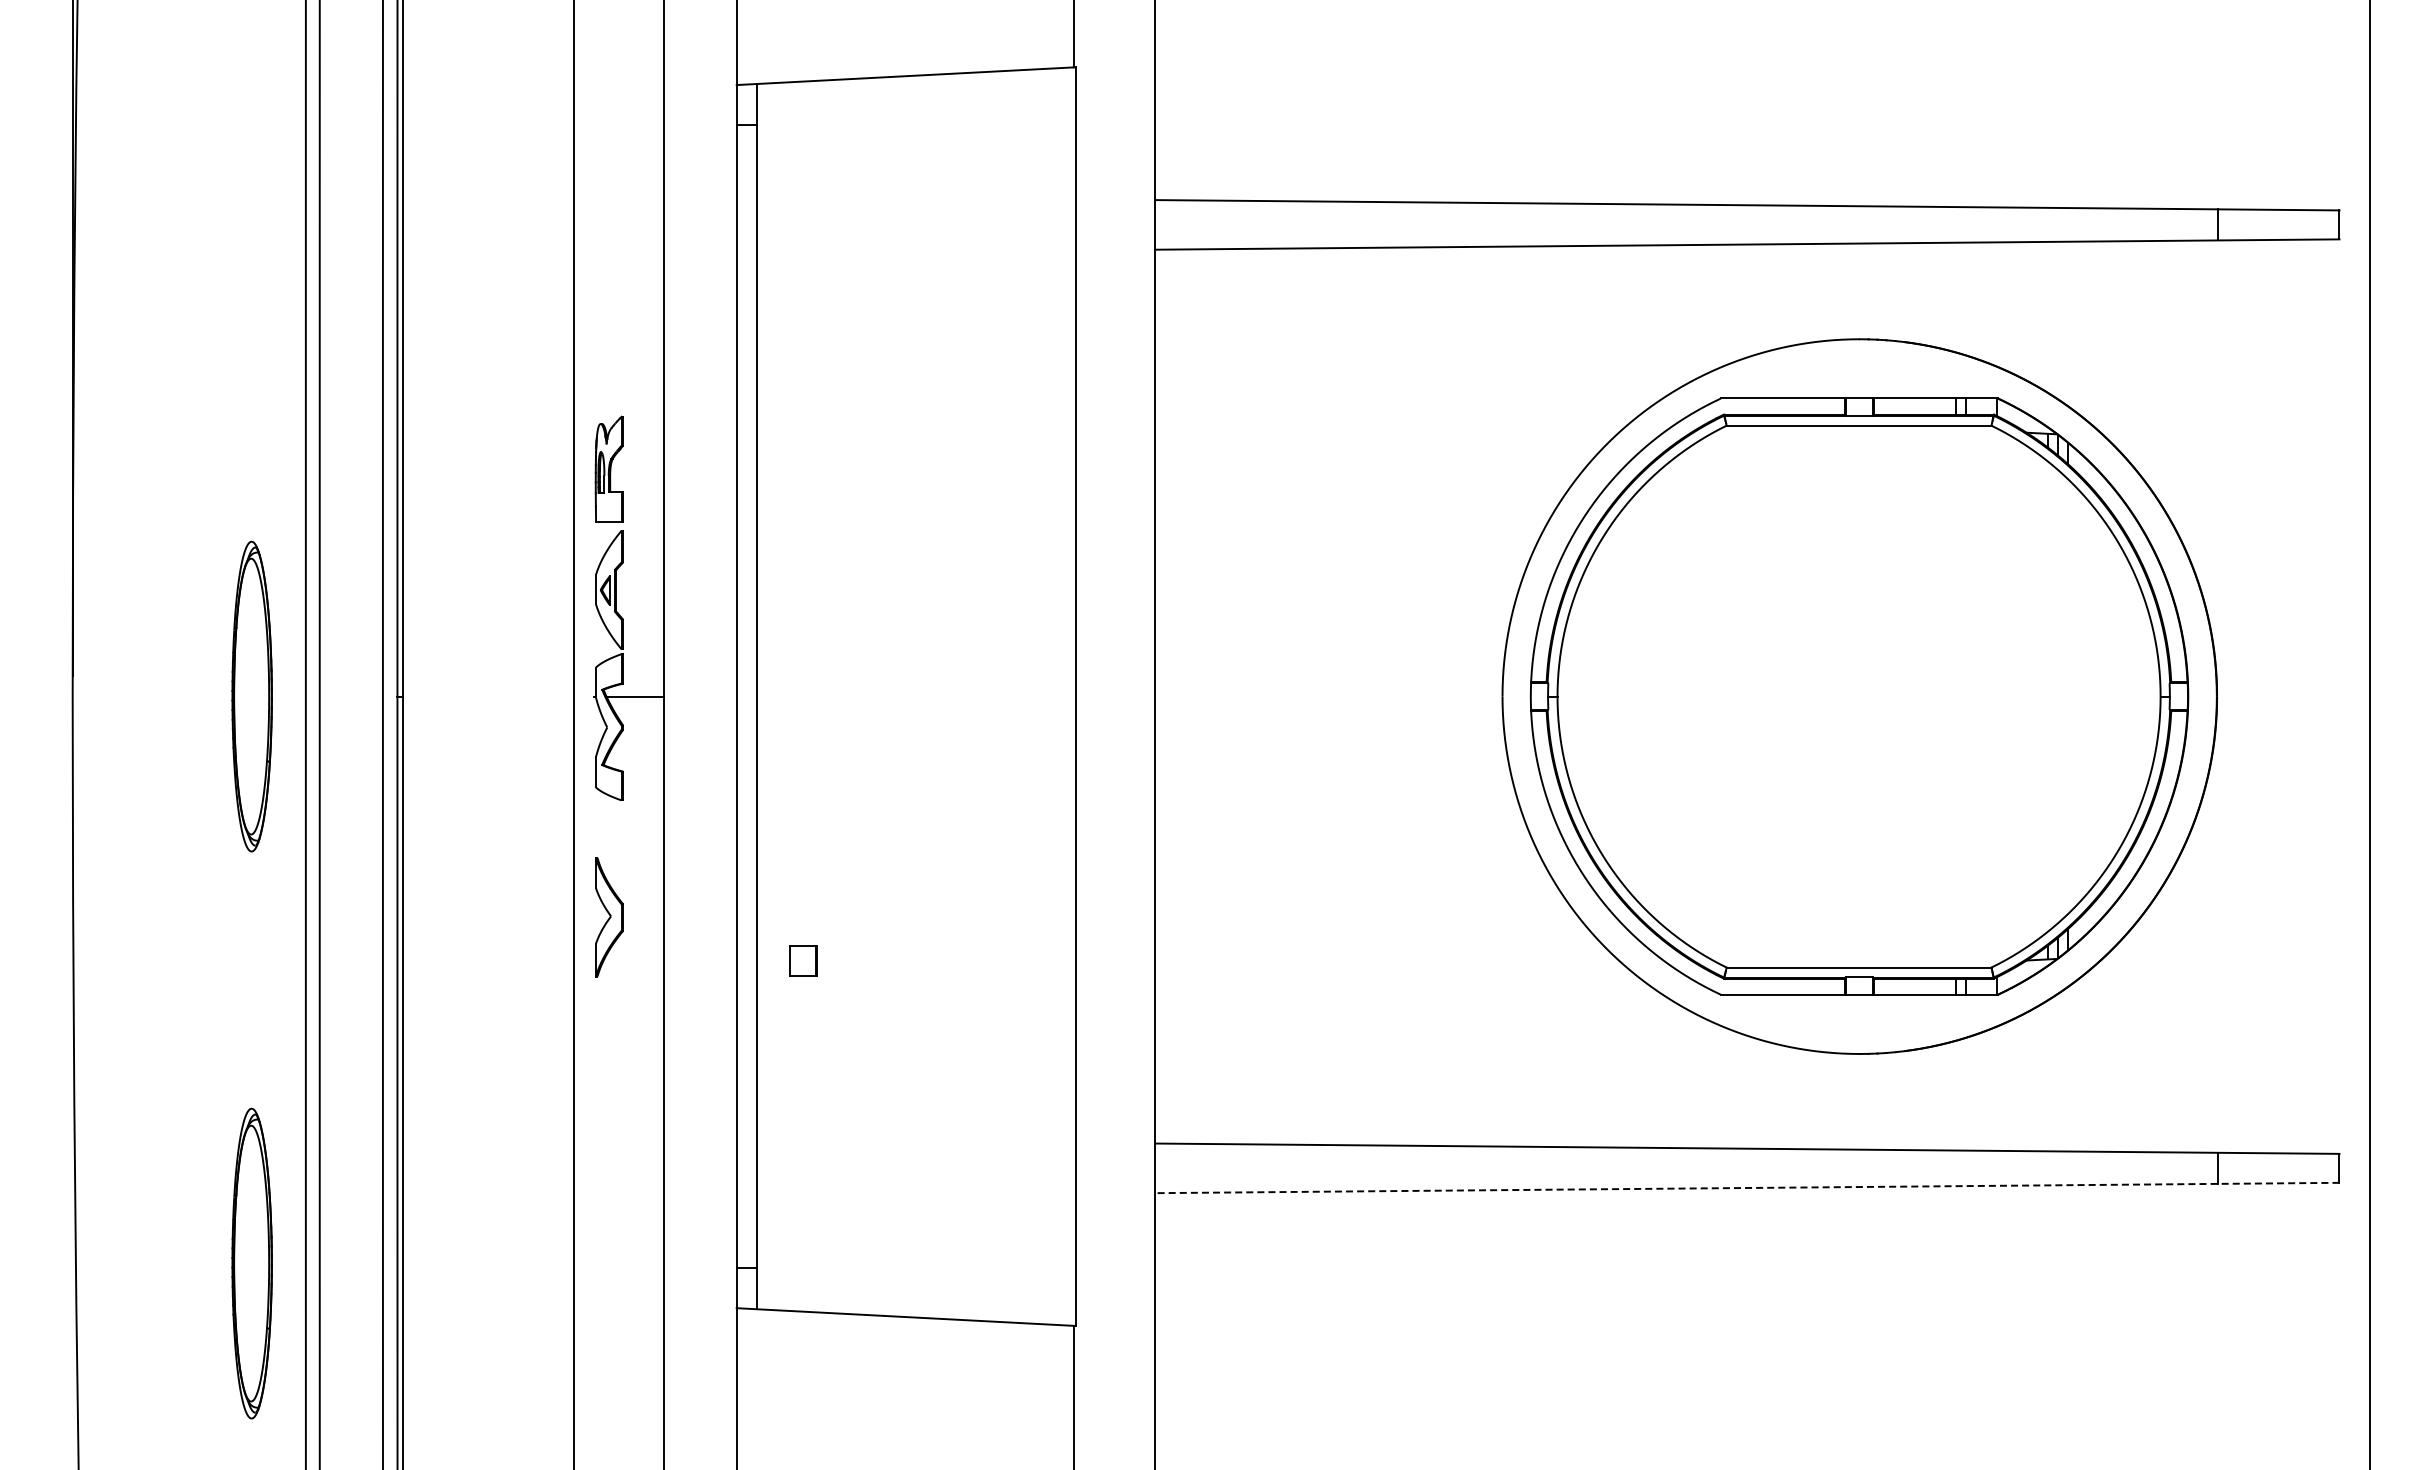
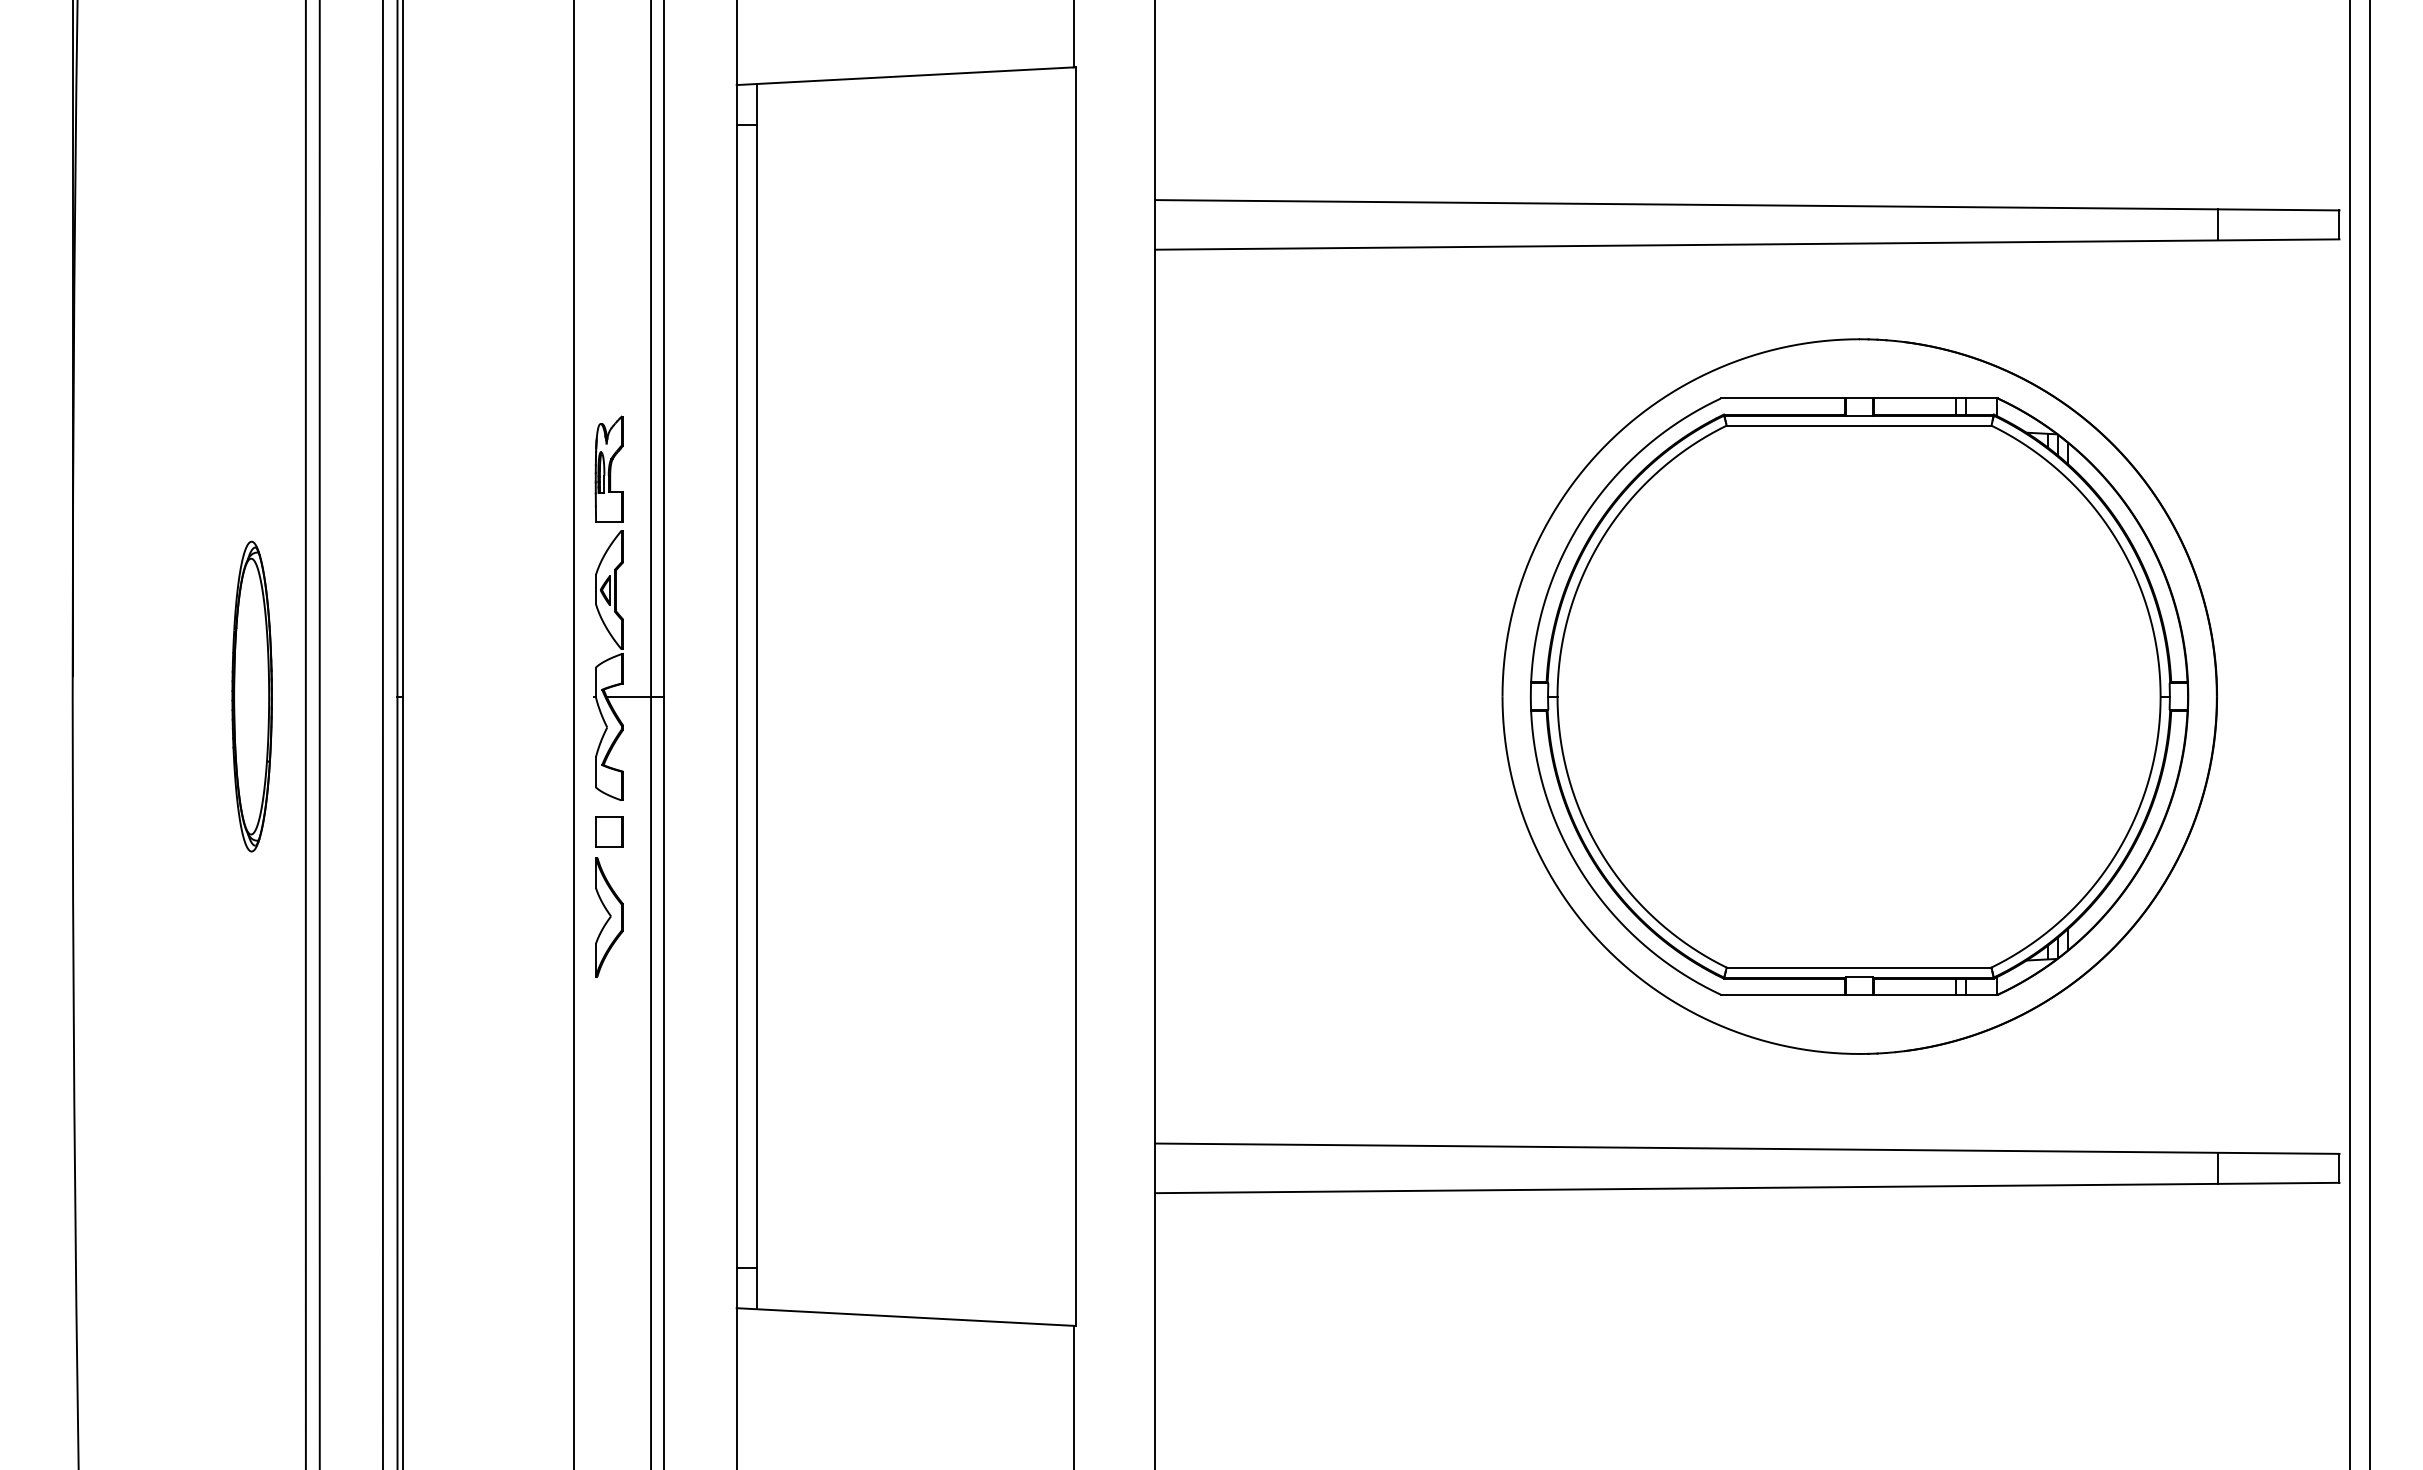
line at (651, 734): none -> present
line at (2350, 734): none -> present
part at (803, 960) position: (803, 960) -> (609, 831)
line at (1746, 1188): dashed -> solid
part at (251, 1263): present -> none
